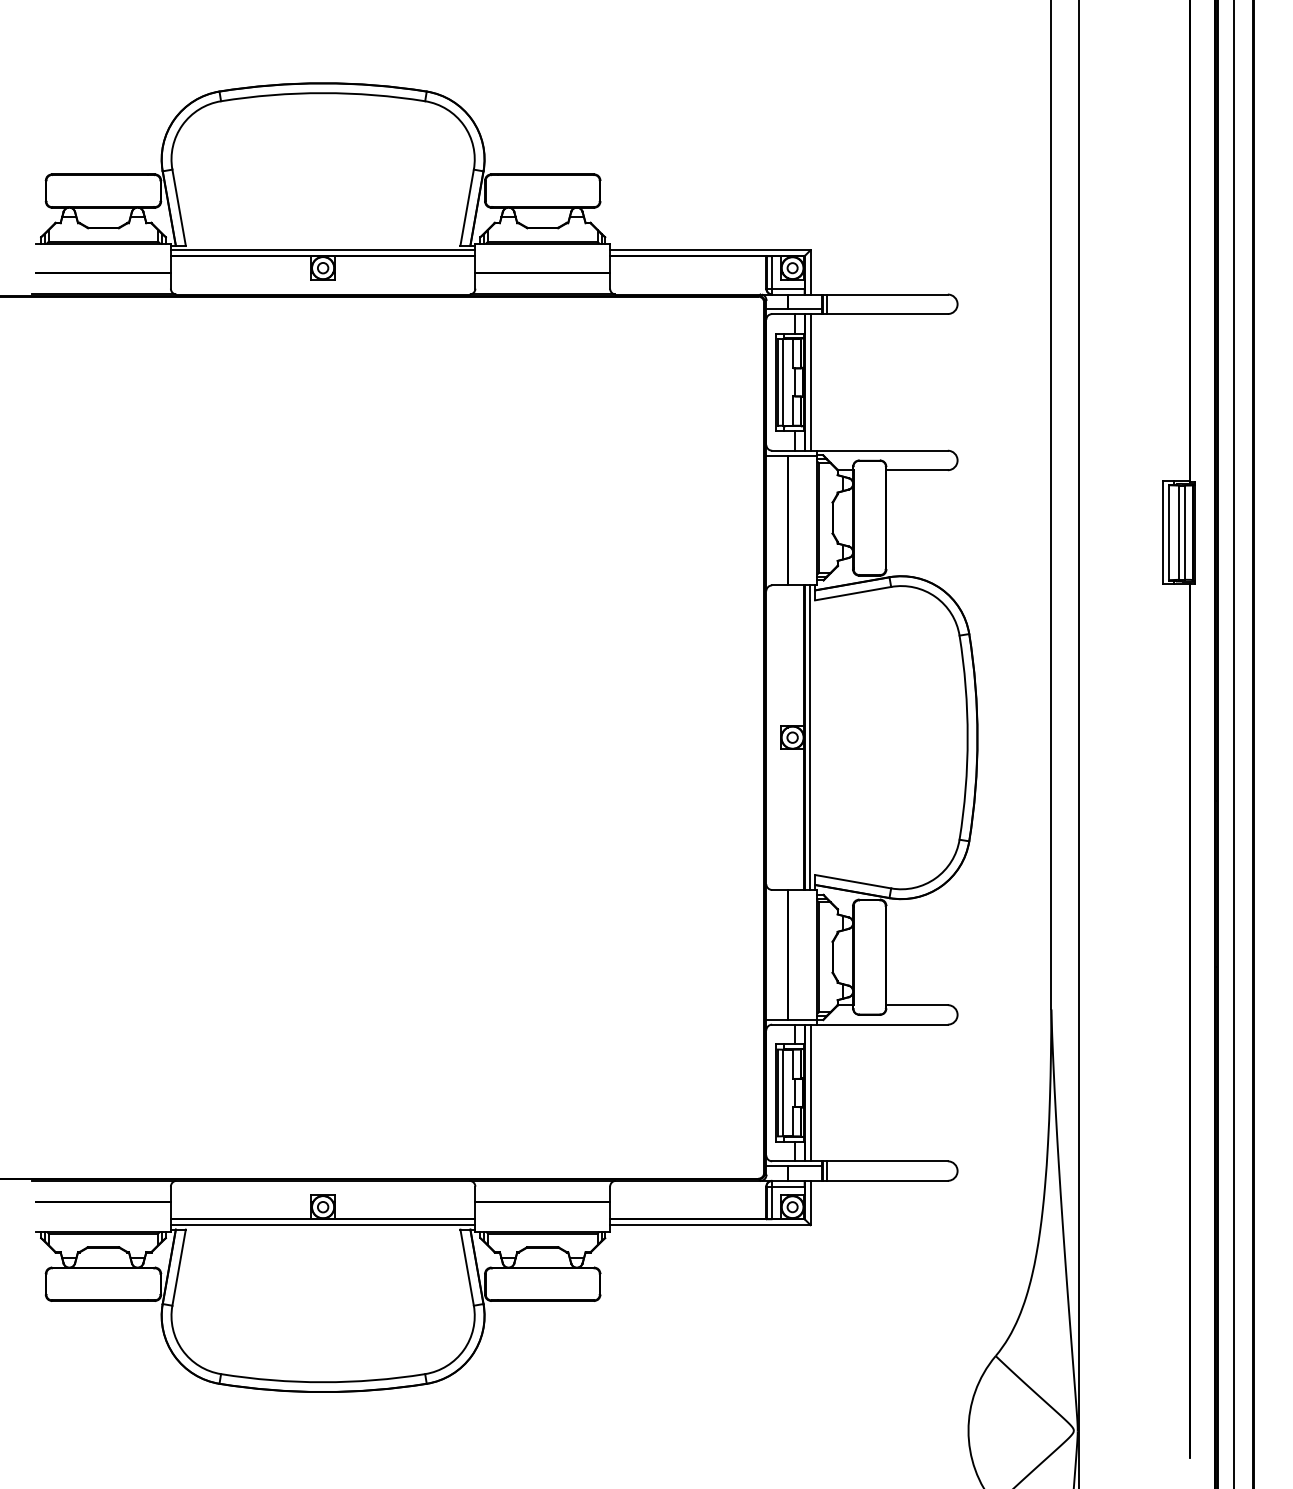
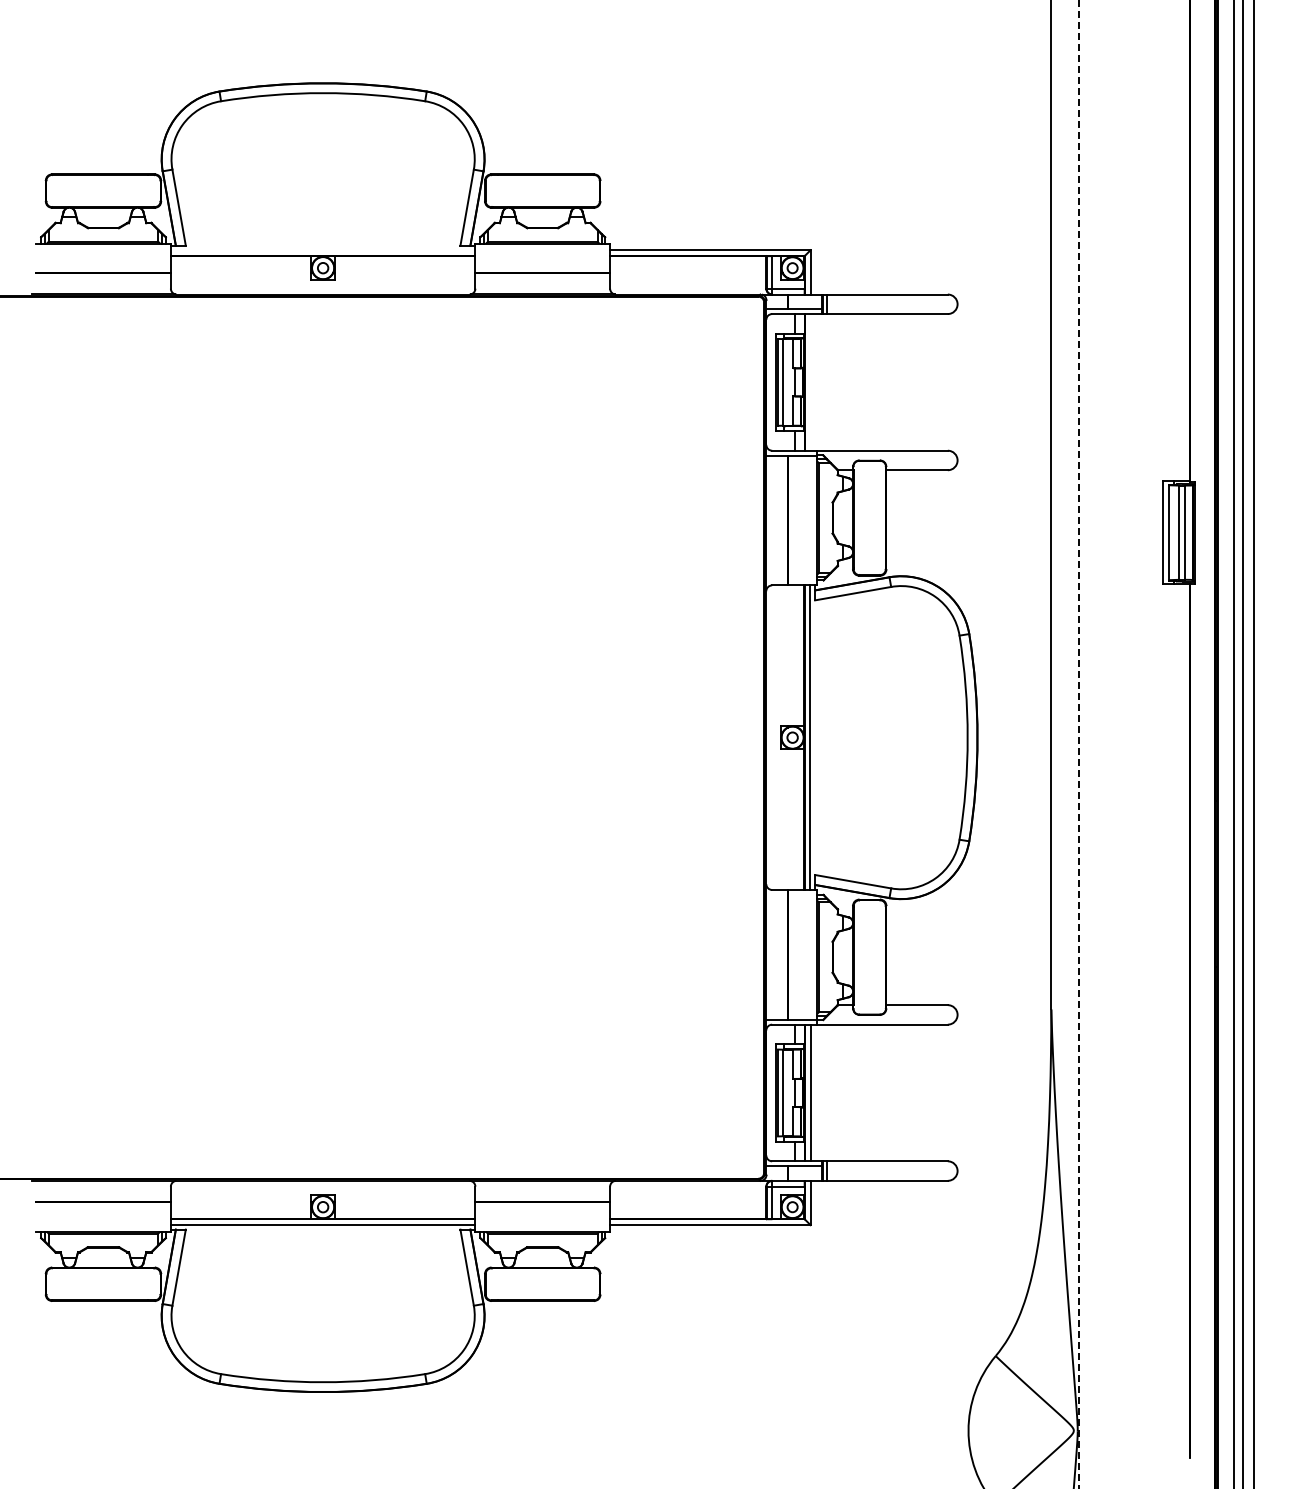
line at (322, 250): present -> none
line at (810, 382): present -> none
line at (1253, 743) position: (1253, 743) -> (1243, 743)
line at (1078, 744): solid -> dashed
